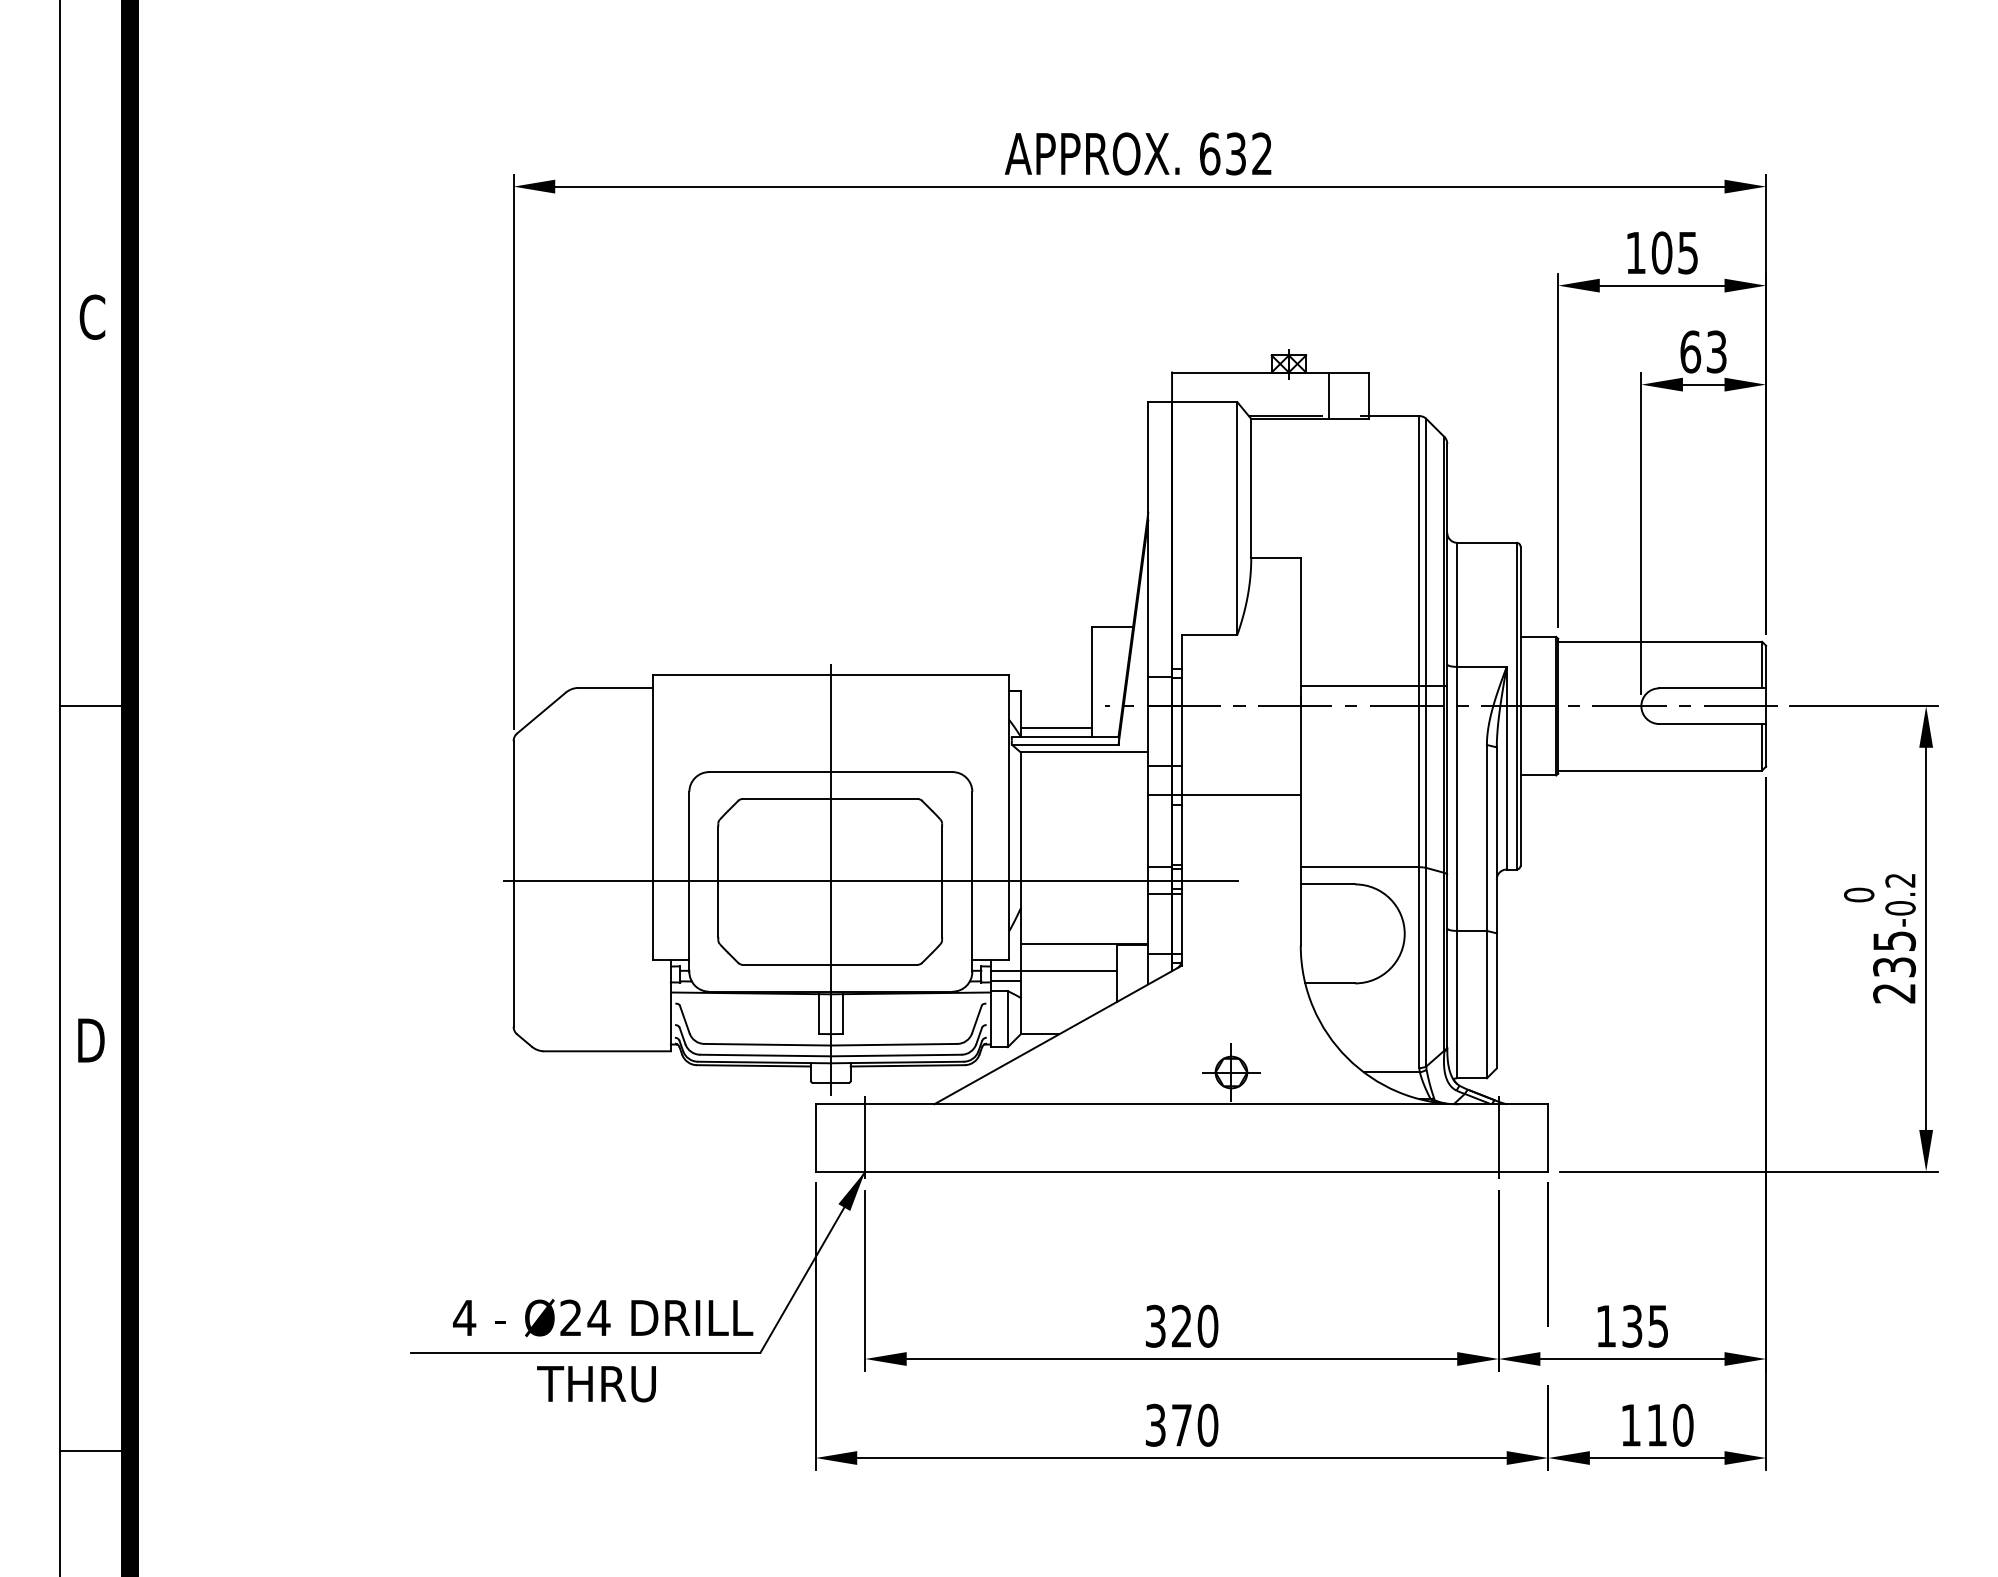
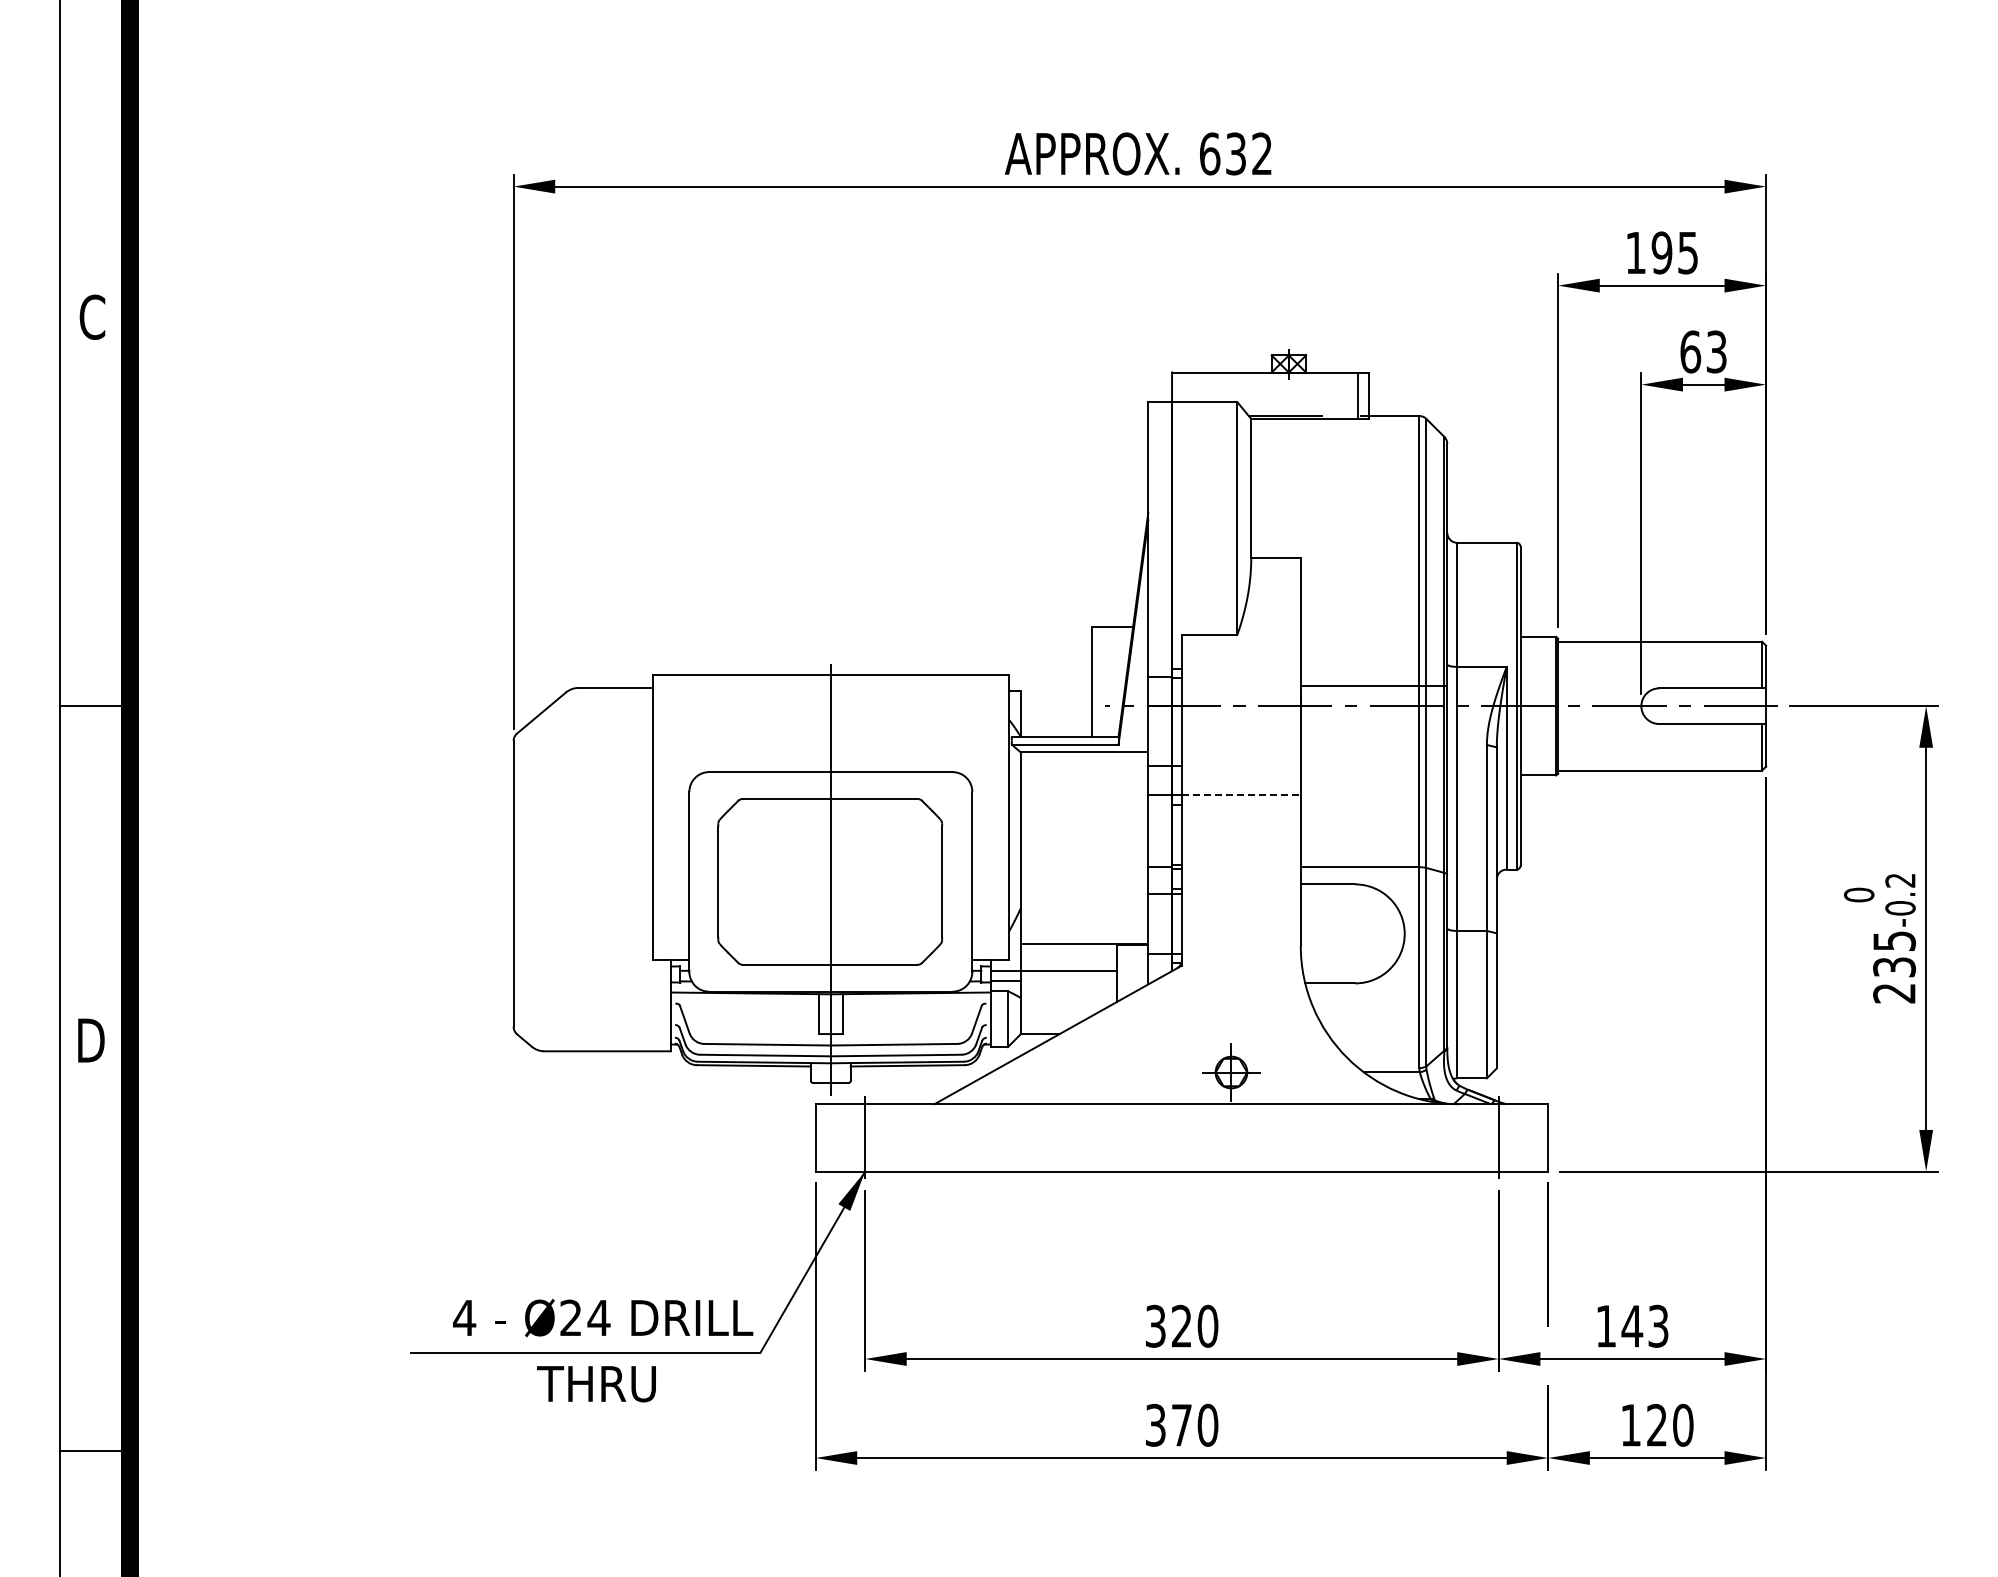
text at (1661, 252): 105 -> 195
line at (1329, 395) position: (1329, 395) -> (1358, 395)
line at (1055, 728): present -> none
line at (1241, 795): solid -> dashed
line at (870, 881): present -> none
text at (1644, 1325): 135 -> 143
text at (1656, 1424): 110 -> 120
